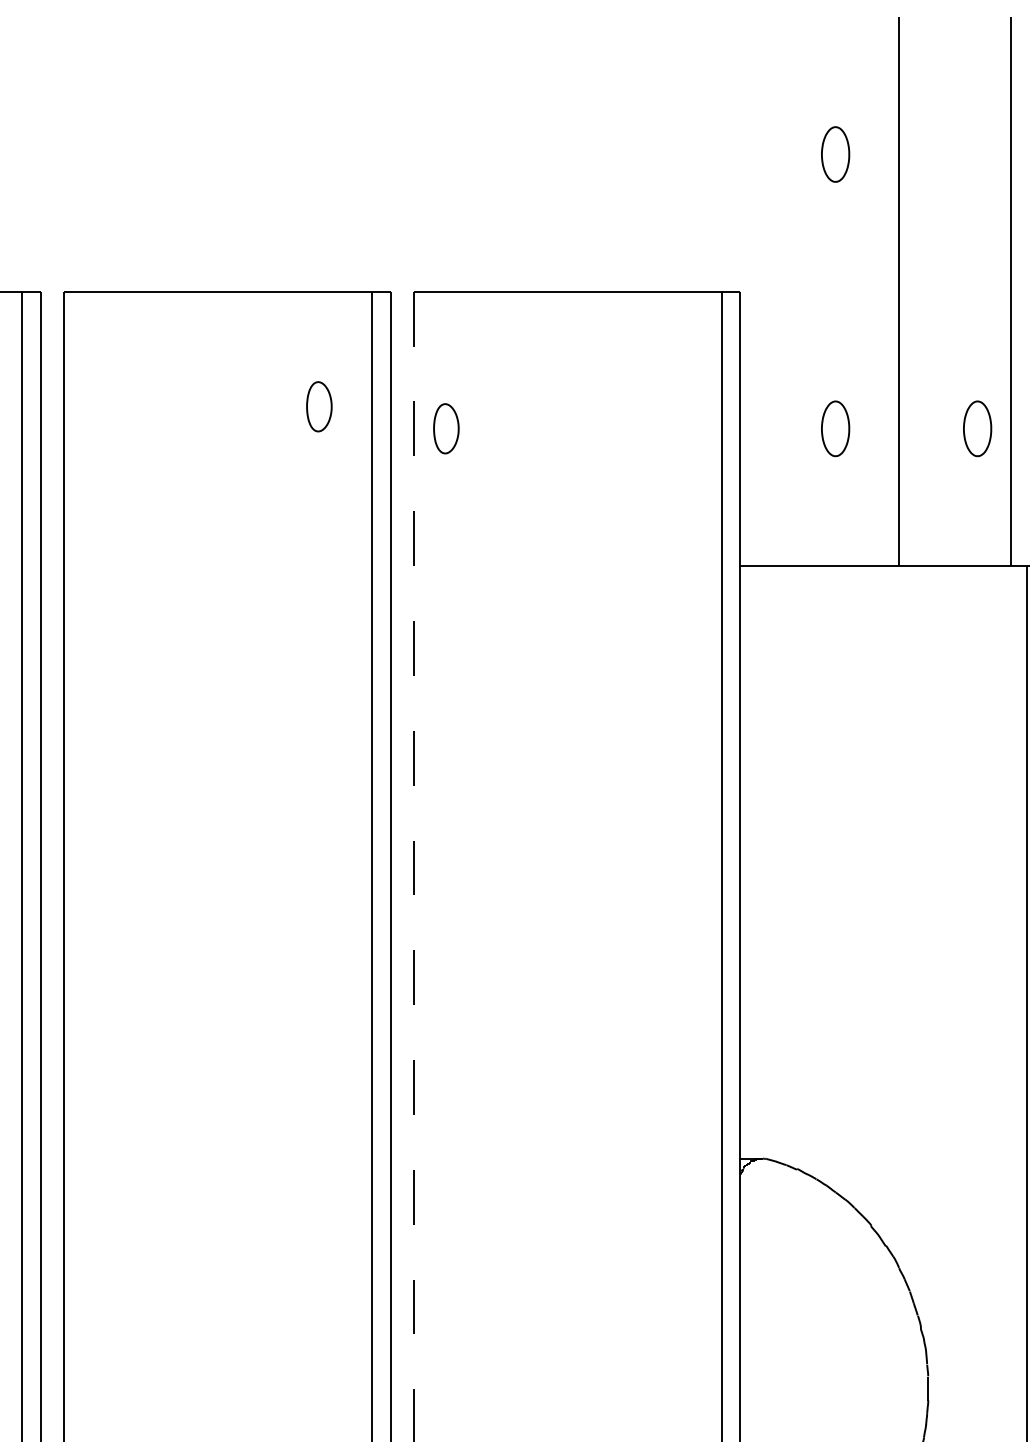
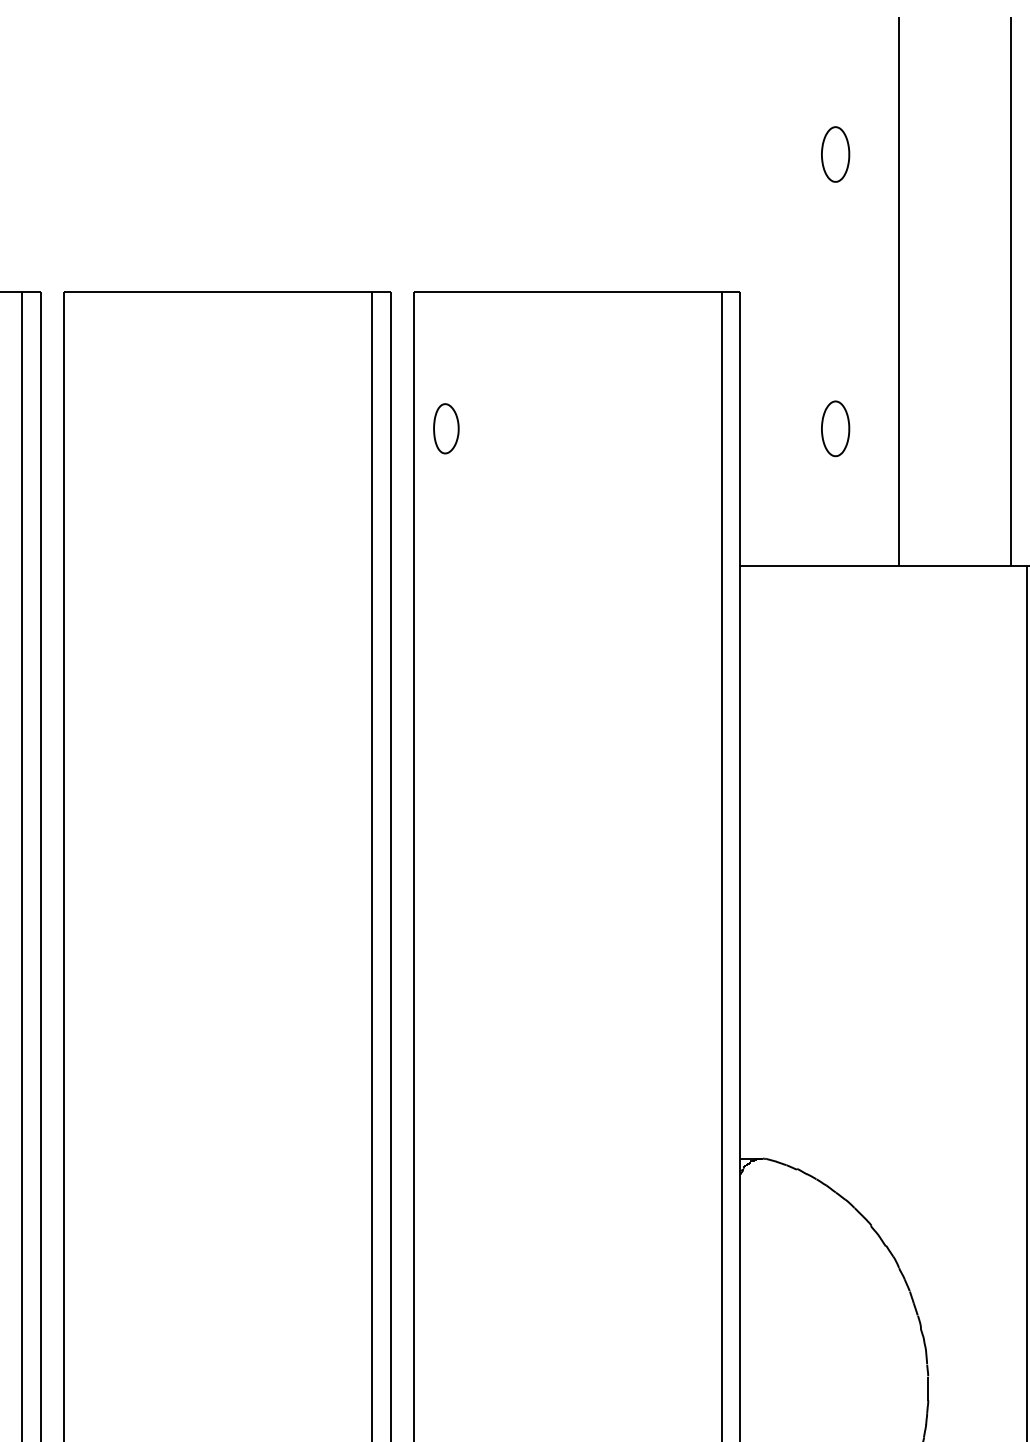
part at (319, 406): present -> none
part at (977, 428): present -> none
line at (413, 866): dashed -> solid
